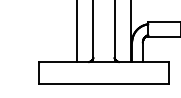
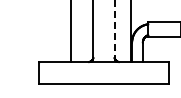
line at (114, 29): solid -> dashed
line at (76, 32) position: (76, 32) -> (70, 32)
